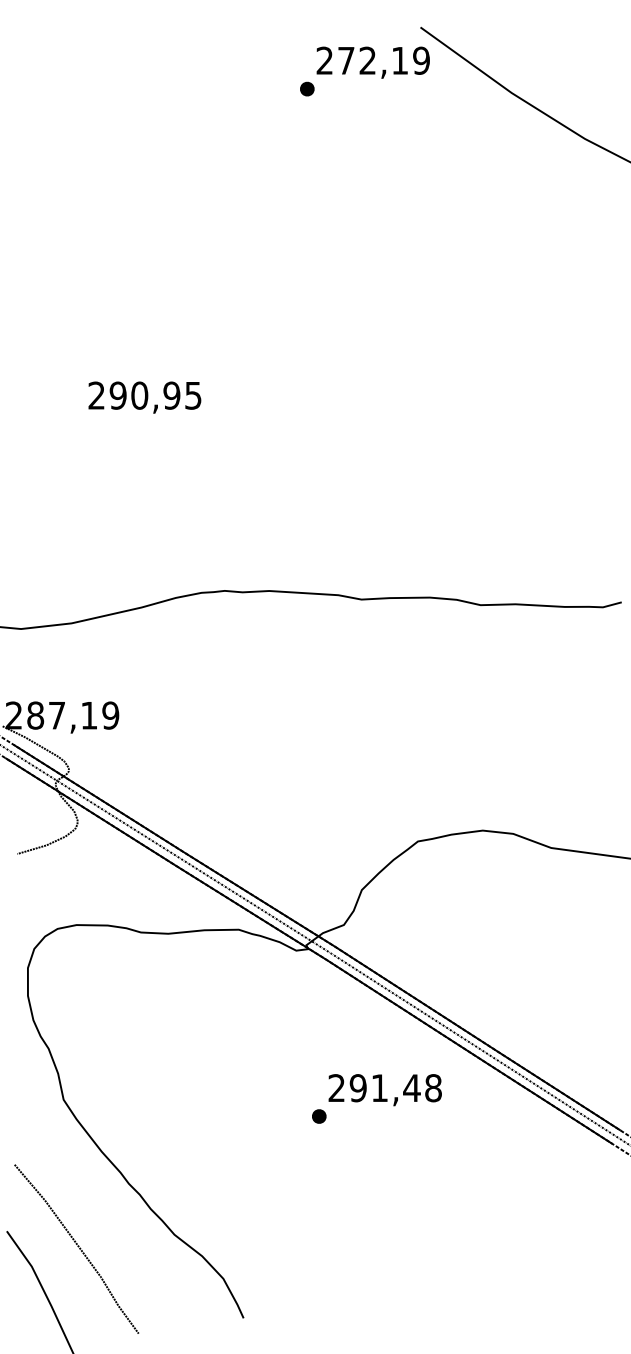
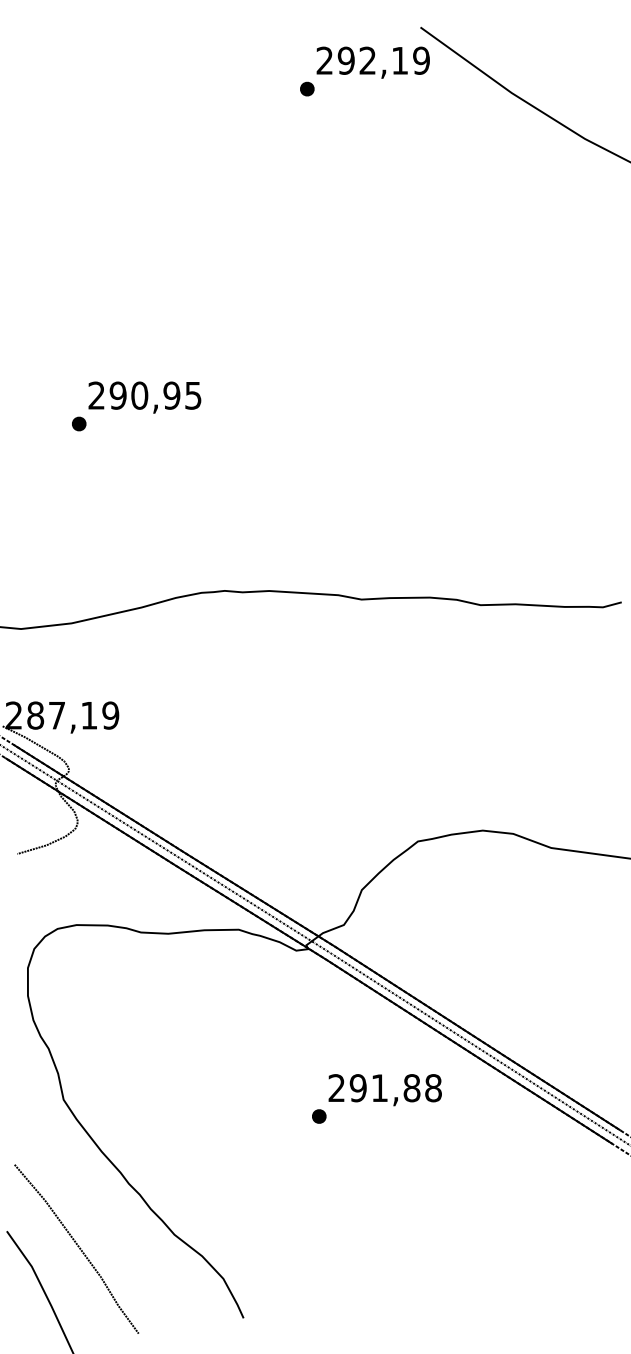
text at (345, 60): 272,19 -> 292,19
part at (79, 423): none -> present
text at (411, 1088): 291,48 -> 291,88
